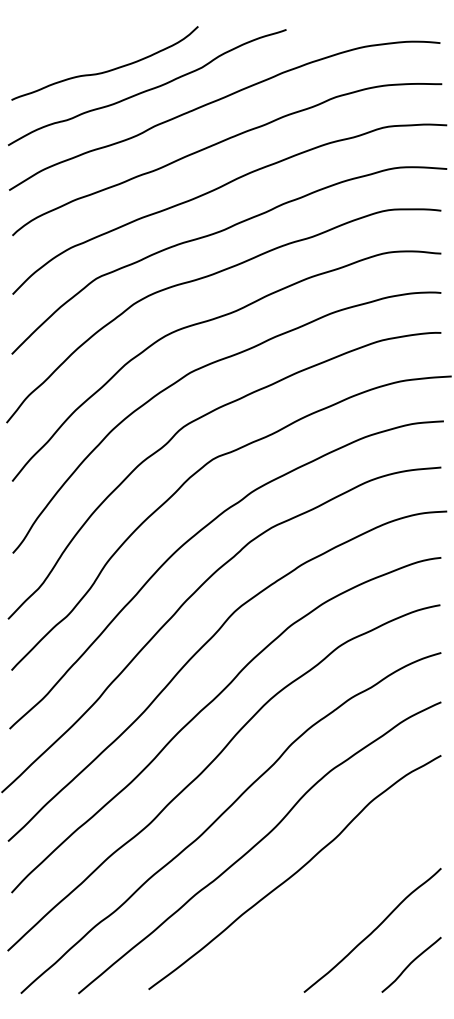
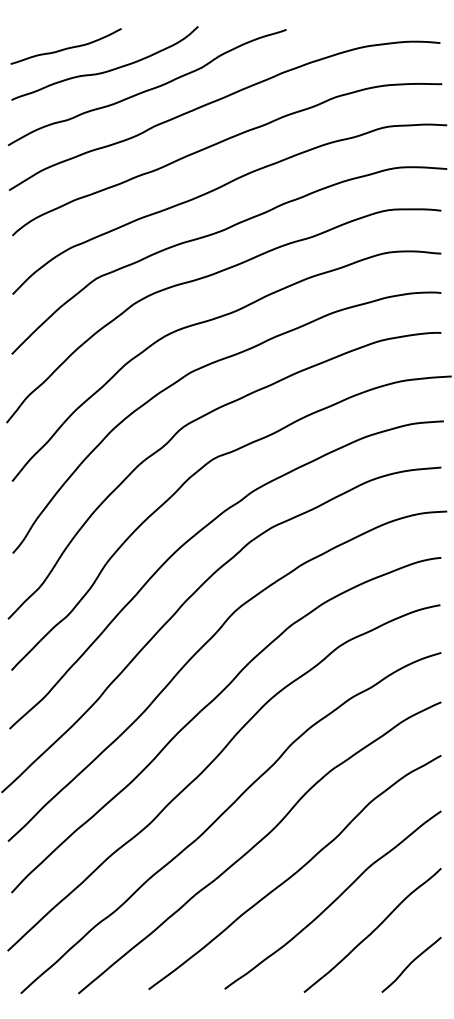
curve at (66, 47): none -> present
curve at (333, 900): none -> present
